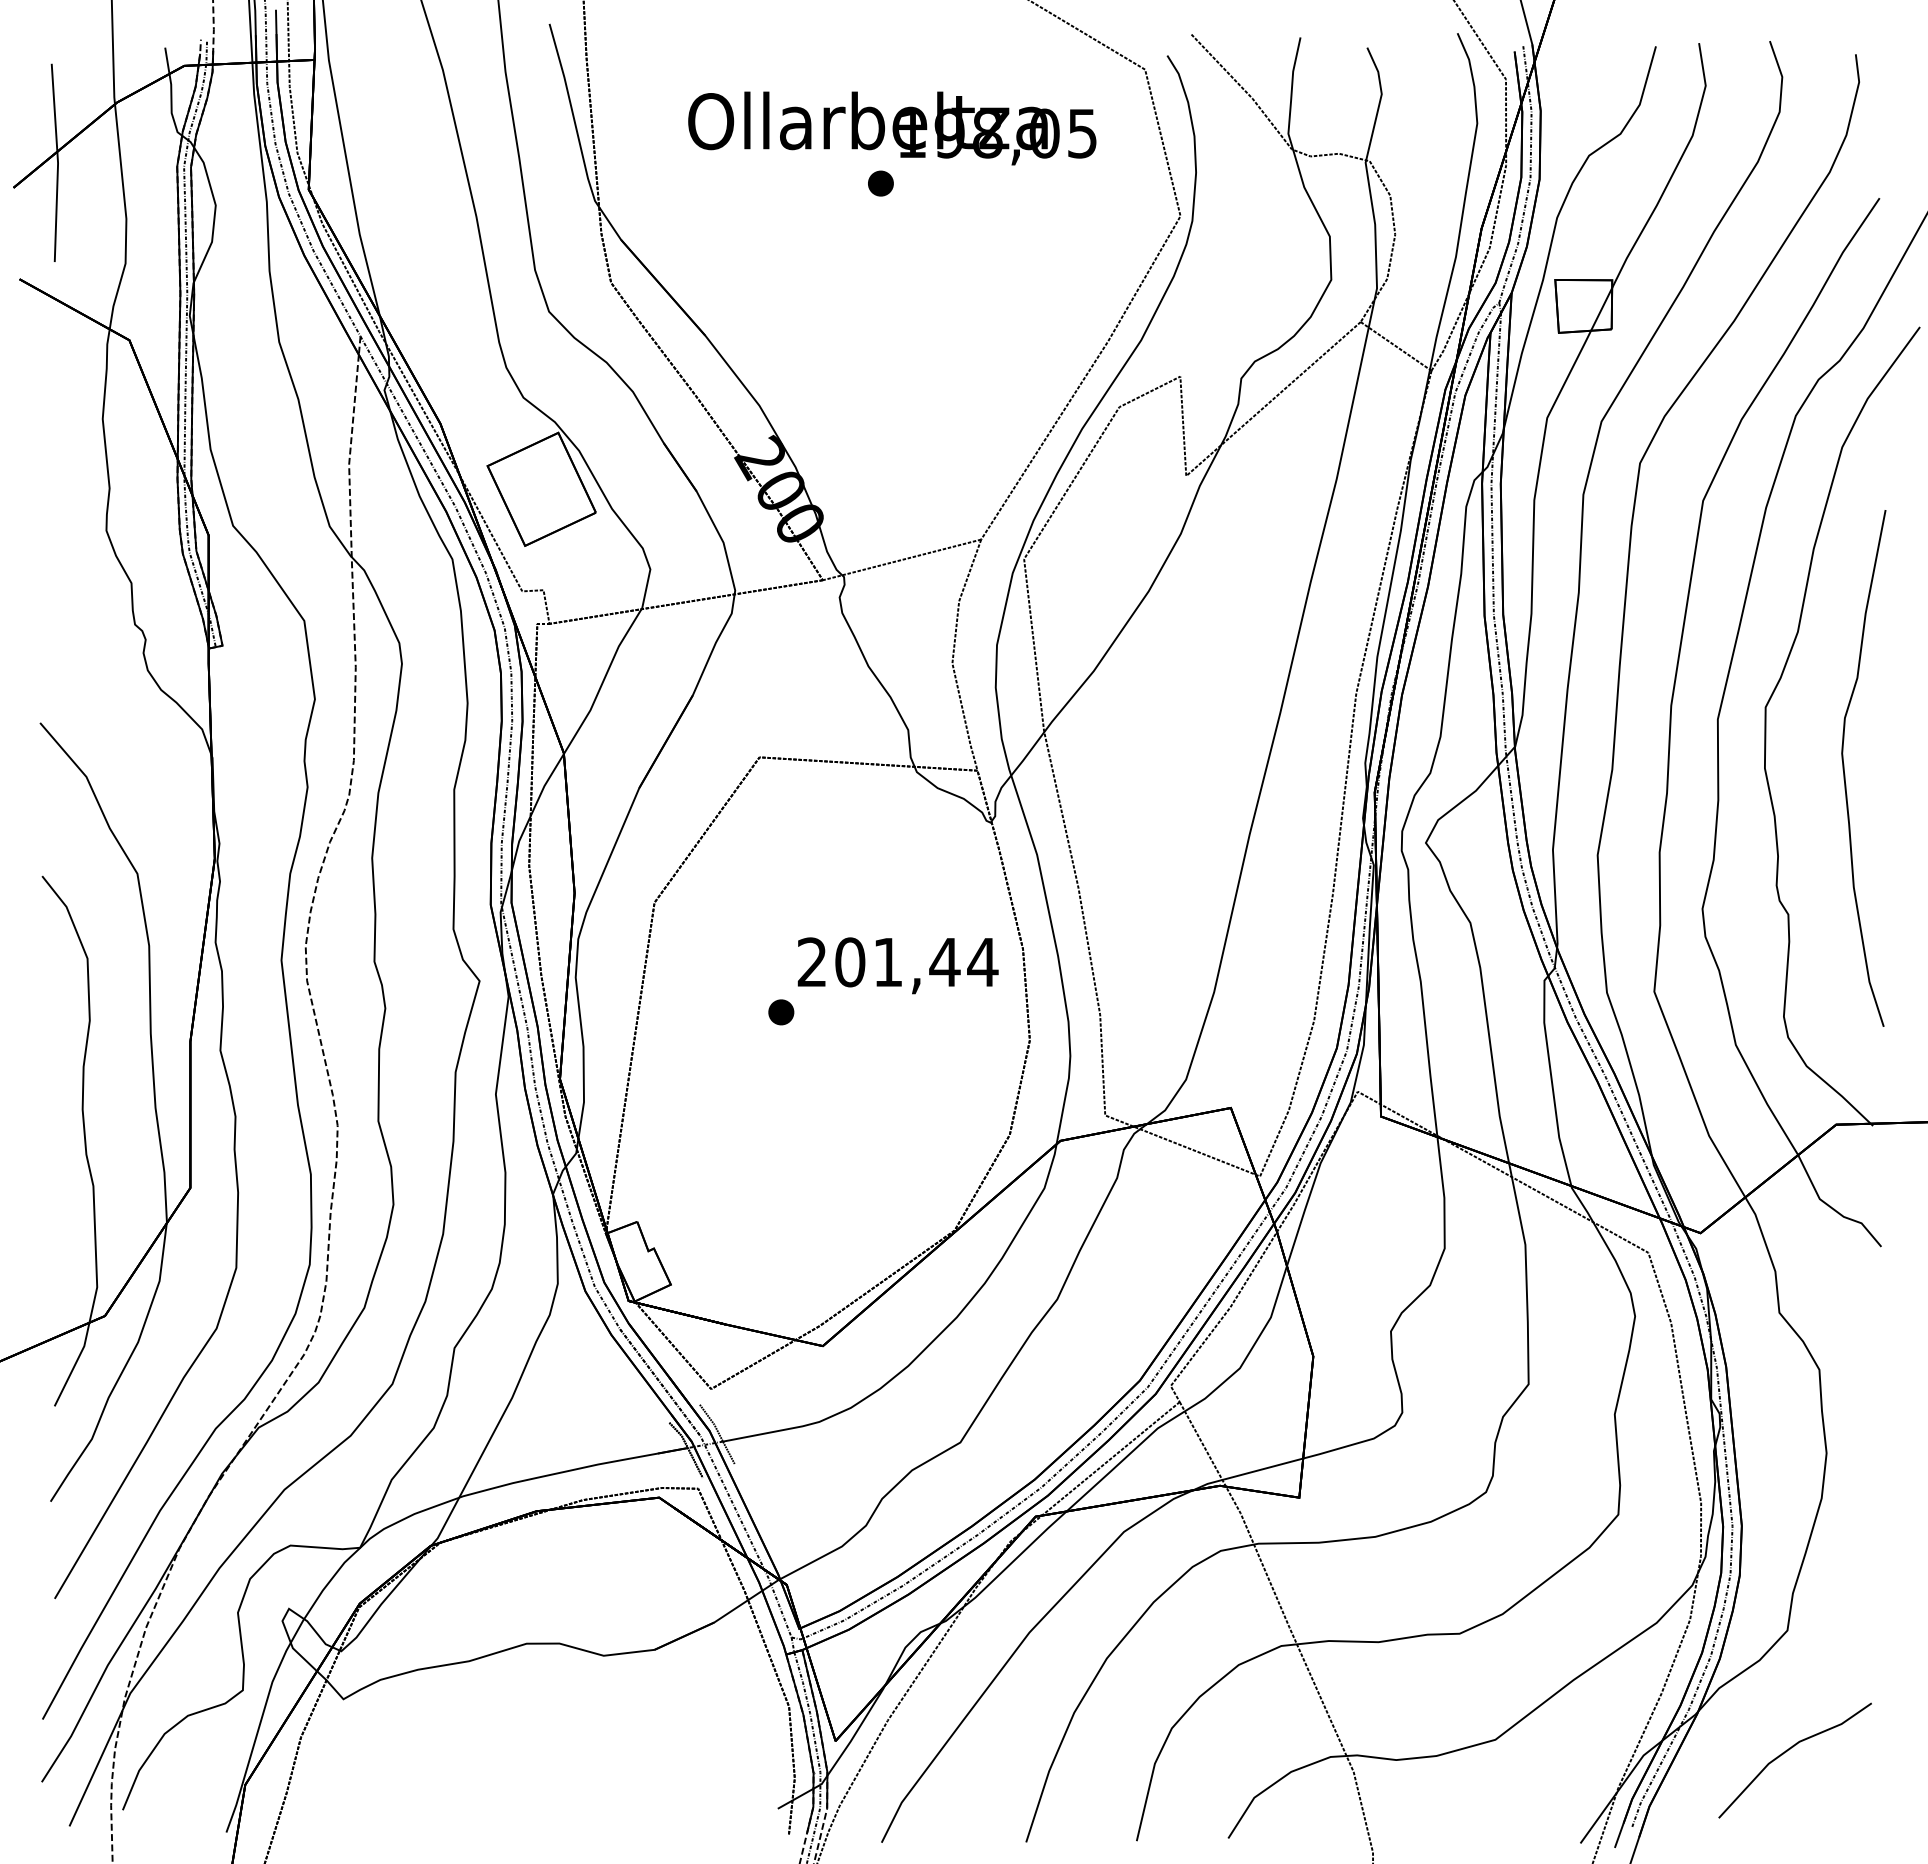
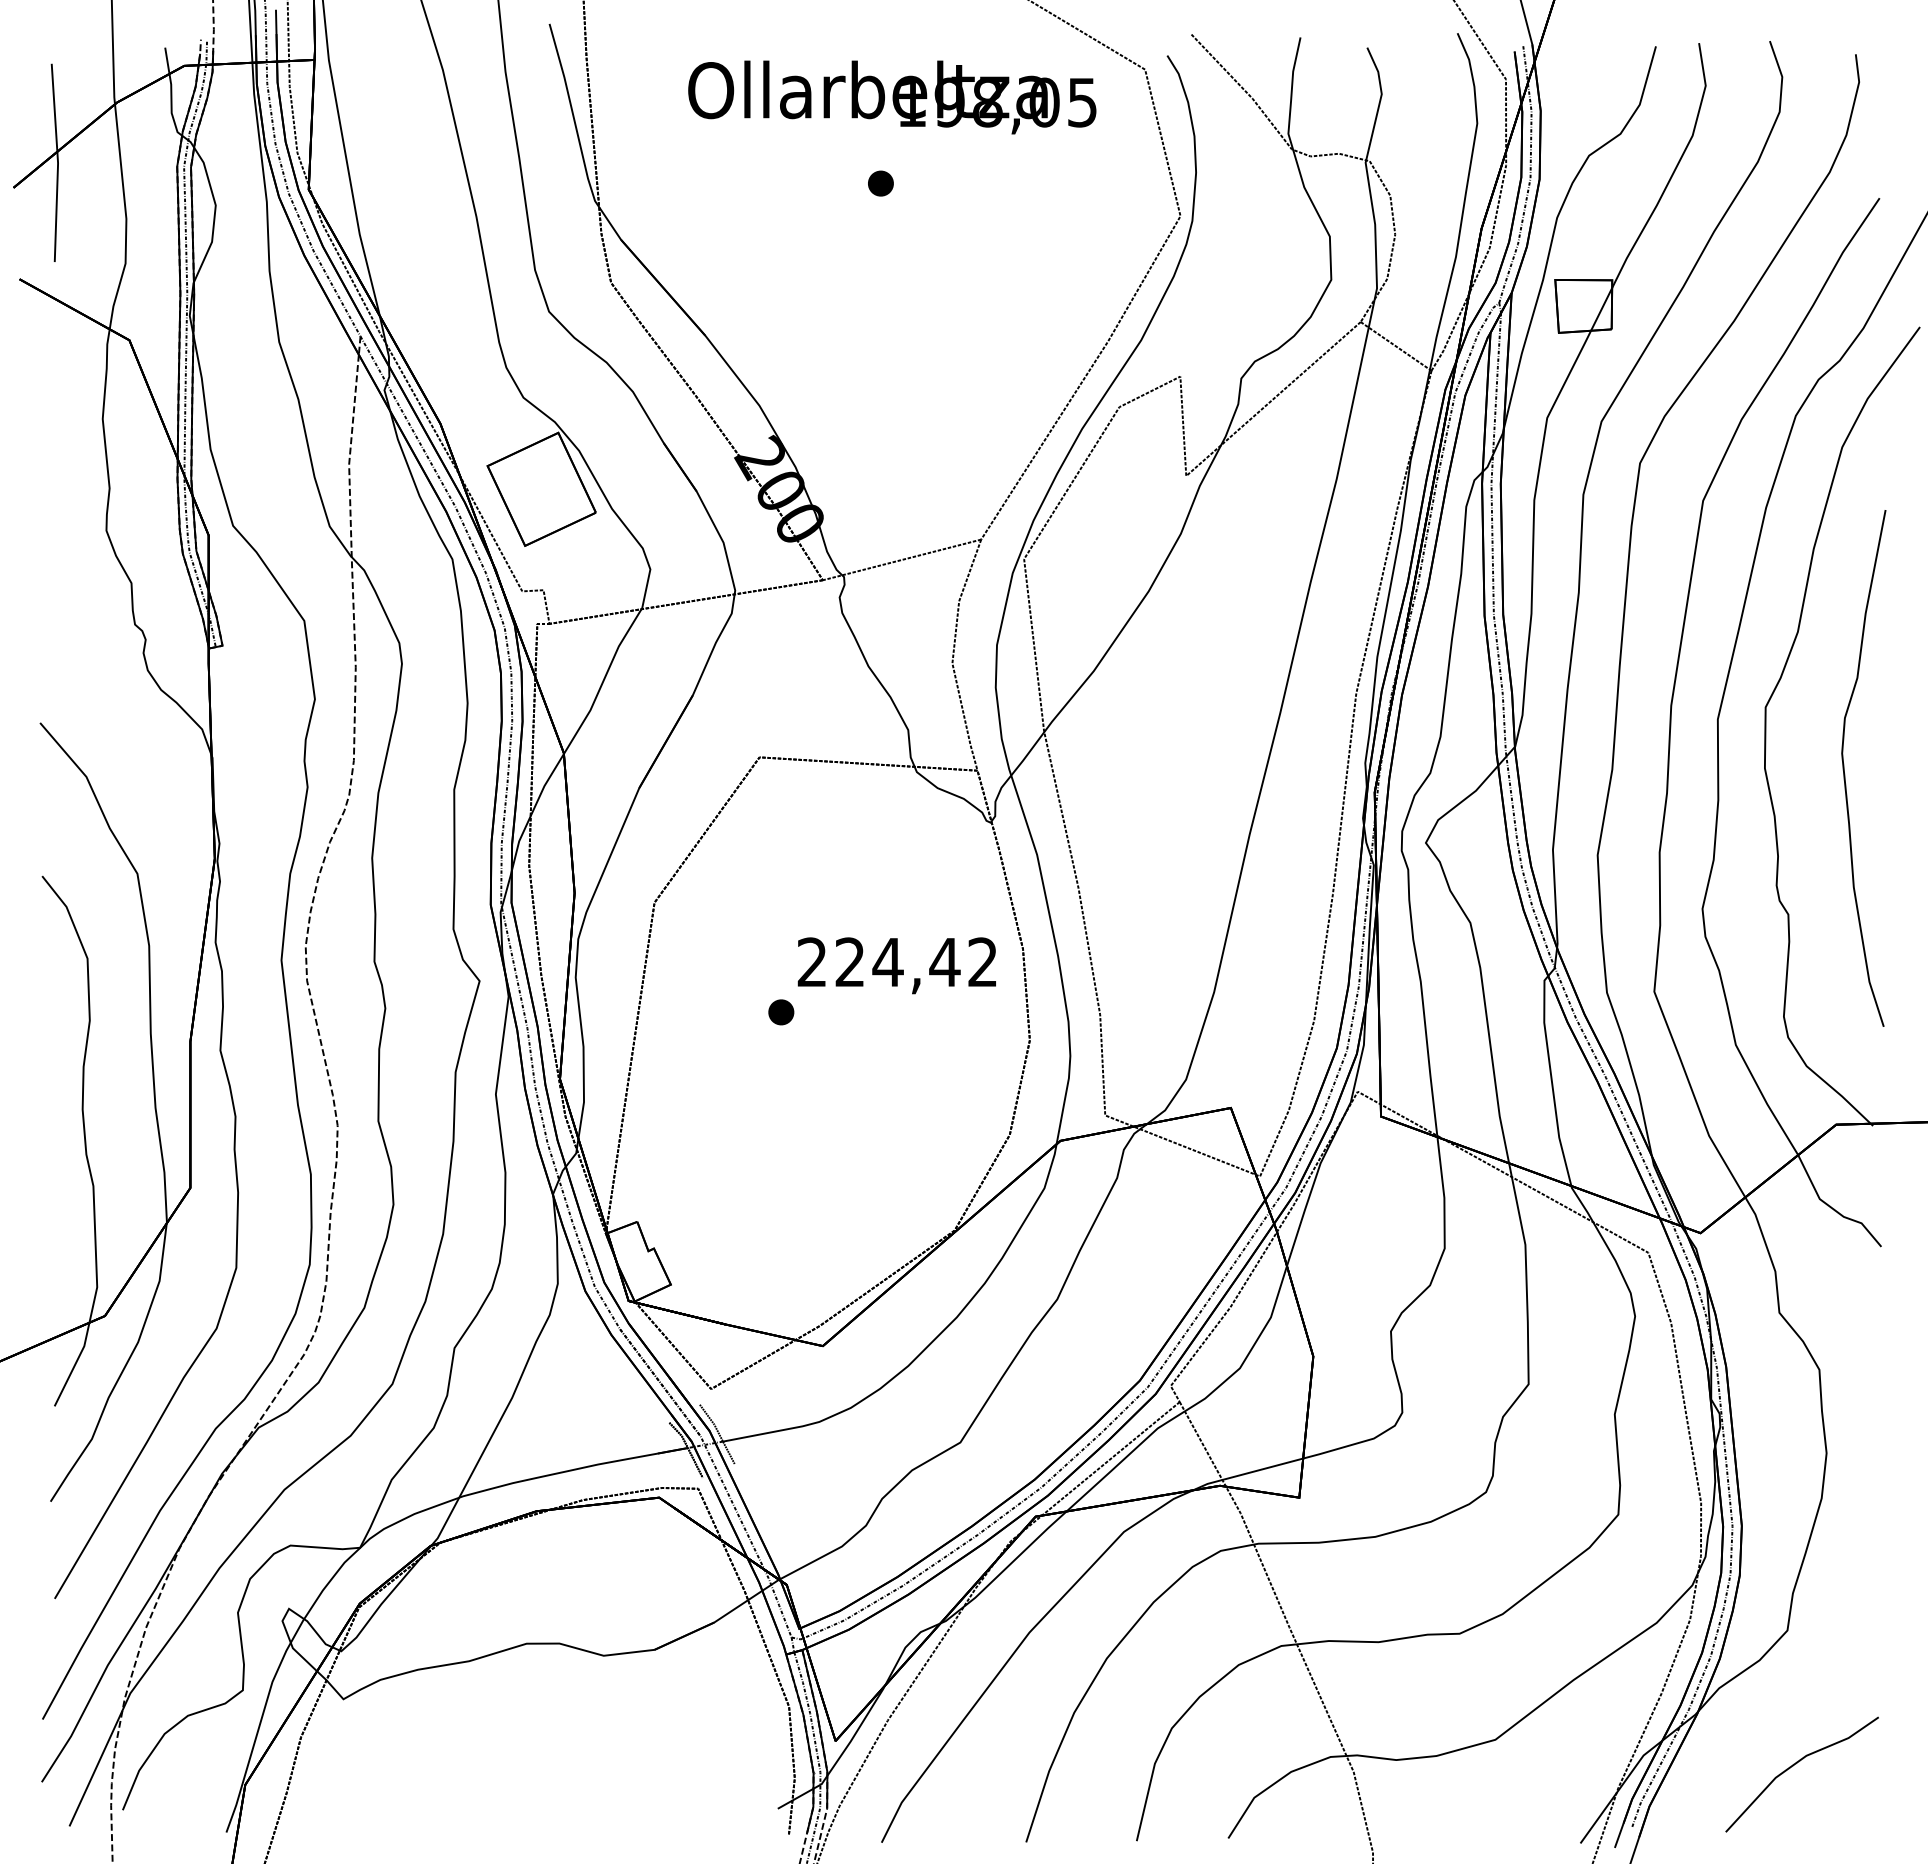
text at (892, 128) position: (892, 128) -> (892, 97)
text at (916, 962): 201,44 -> 224,42
line at (1789, 1750) position: (1789, 1750) -> (1796, 1764)
